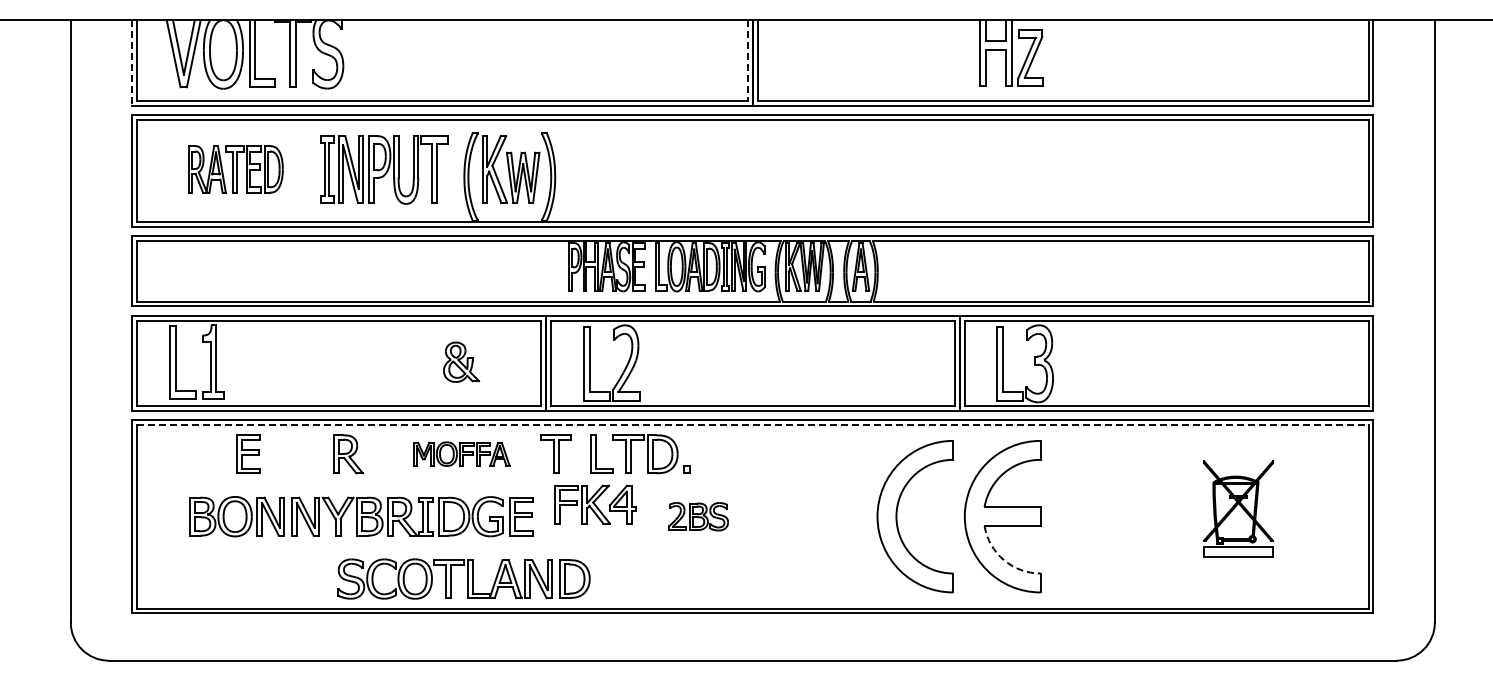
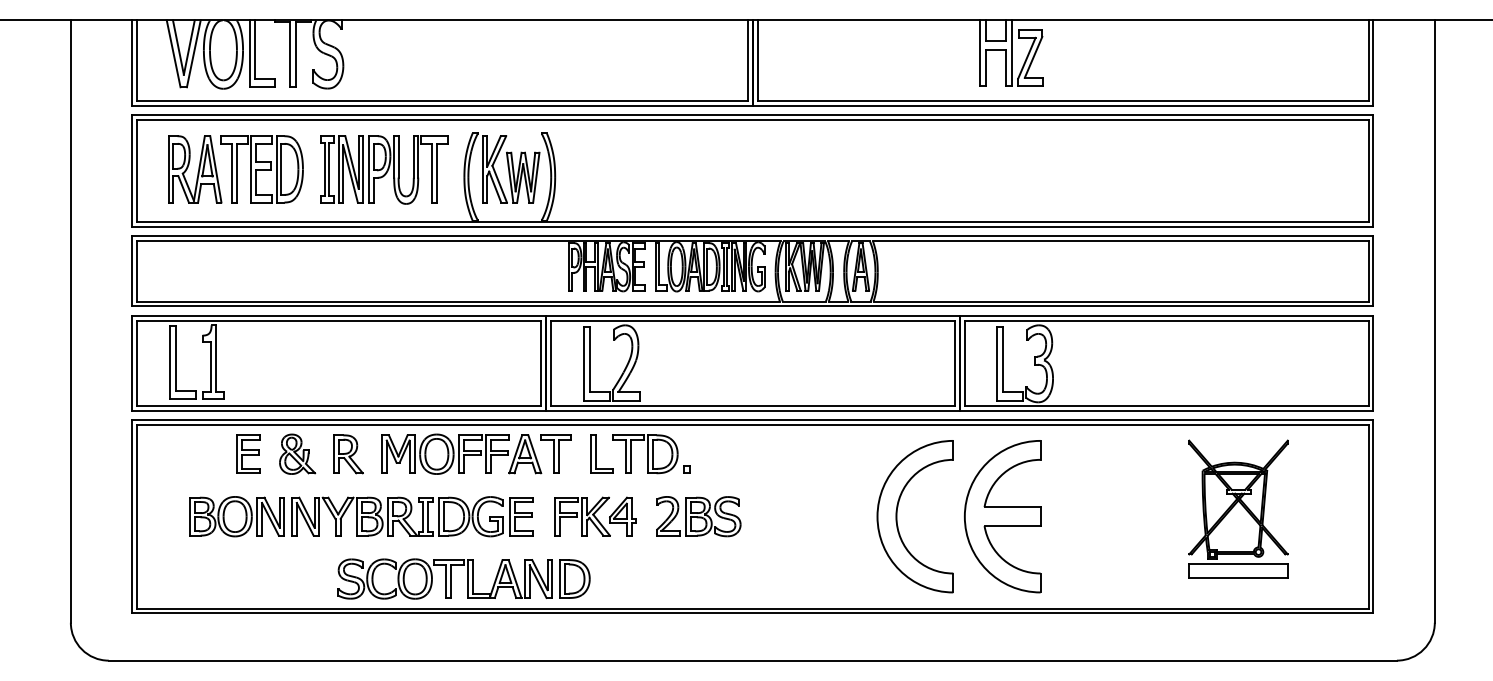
line at (748, 61): dashed -> solid
line at (132, 62): dashed -> solid
part at (235, 169) size: 96x49 px -> 136x69 px
part at (461, 361) position: (461, 361) -> (297, 453)
line at (752, 424): dashed -> solid
part at (461, 453) size: 98x26 px -> 162x42 px
part at (595, 504) position: (595, 504) -> (595, 516)
part at (1238, 508) size: 71x98 px -> 101x140 px
part at (698, 516) size: 61x30 px -> 86x42 px
arc at (1003, 560): dashed -> solid
